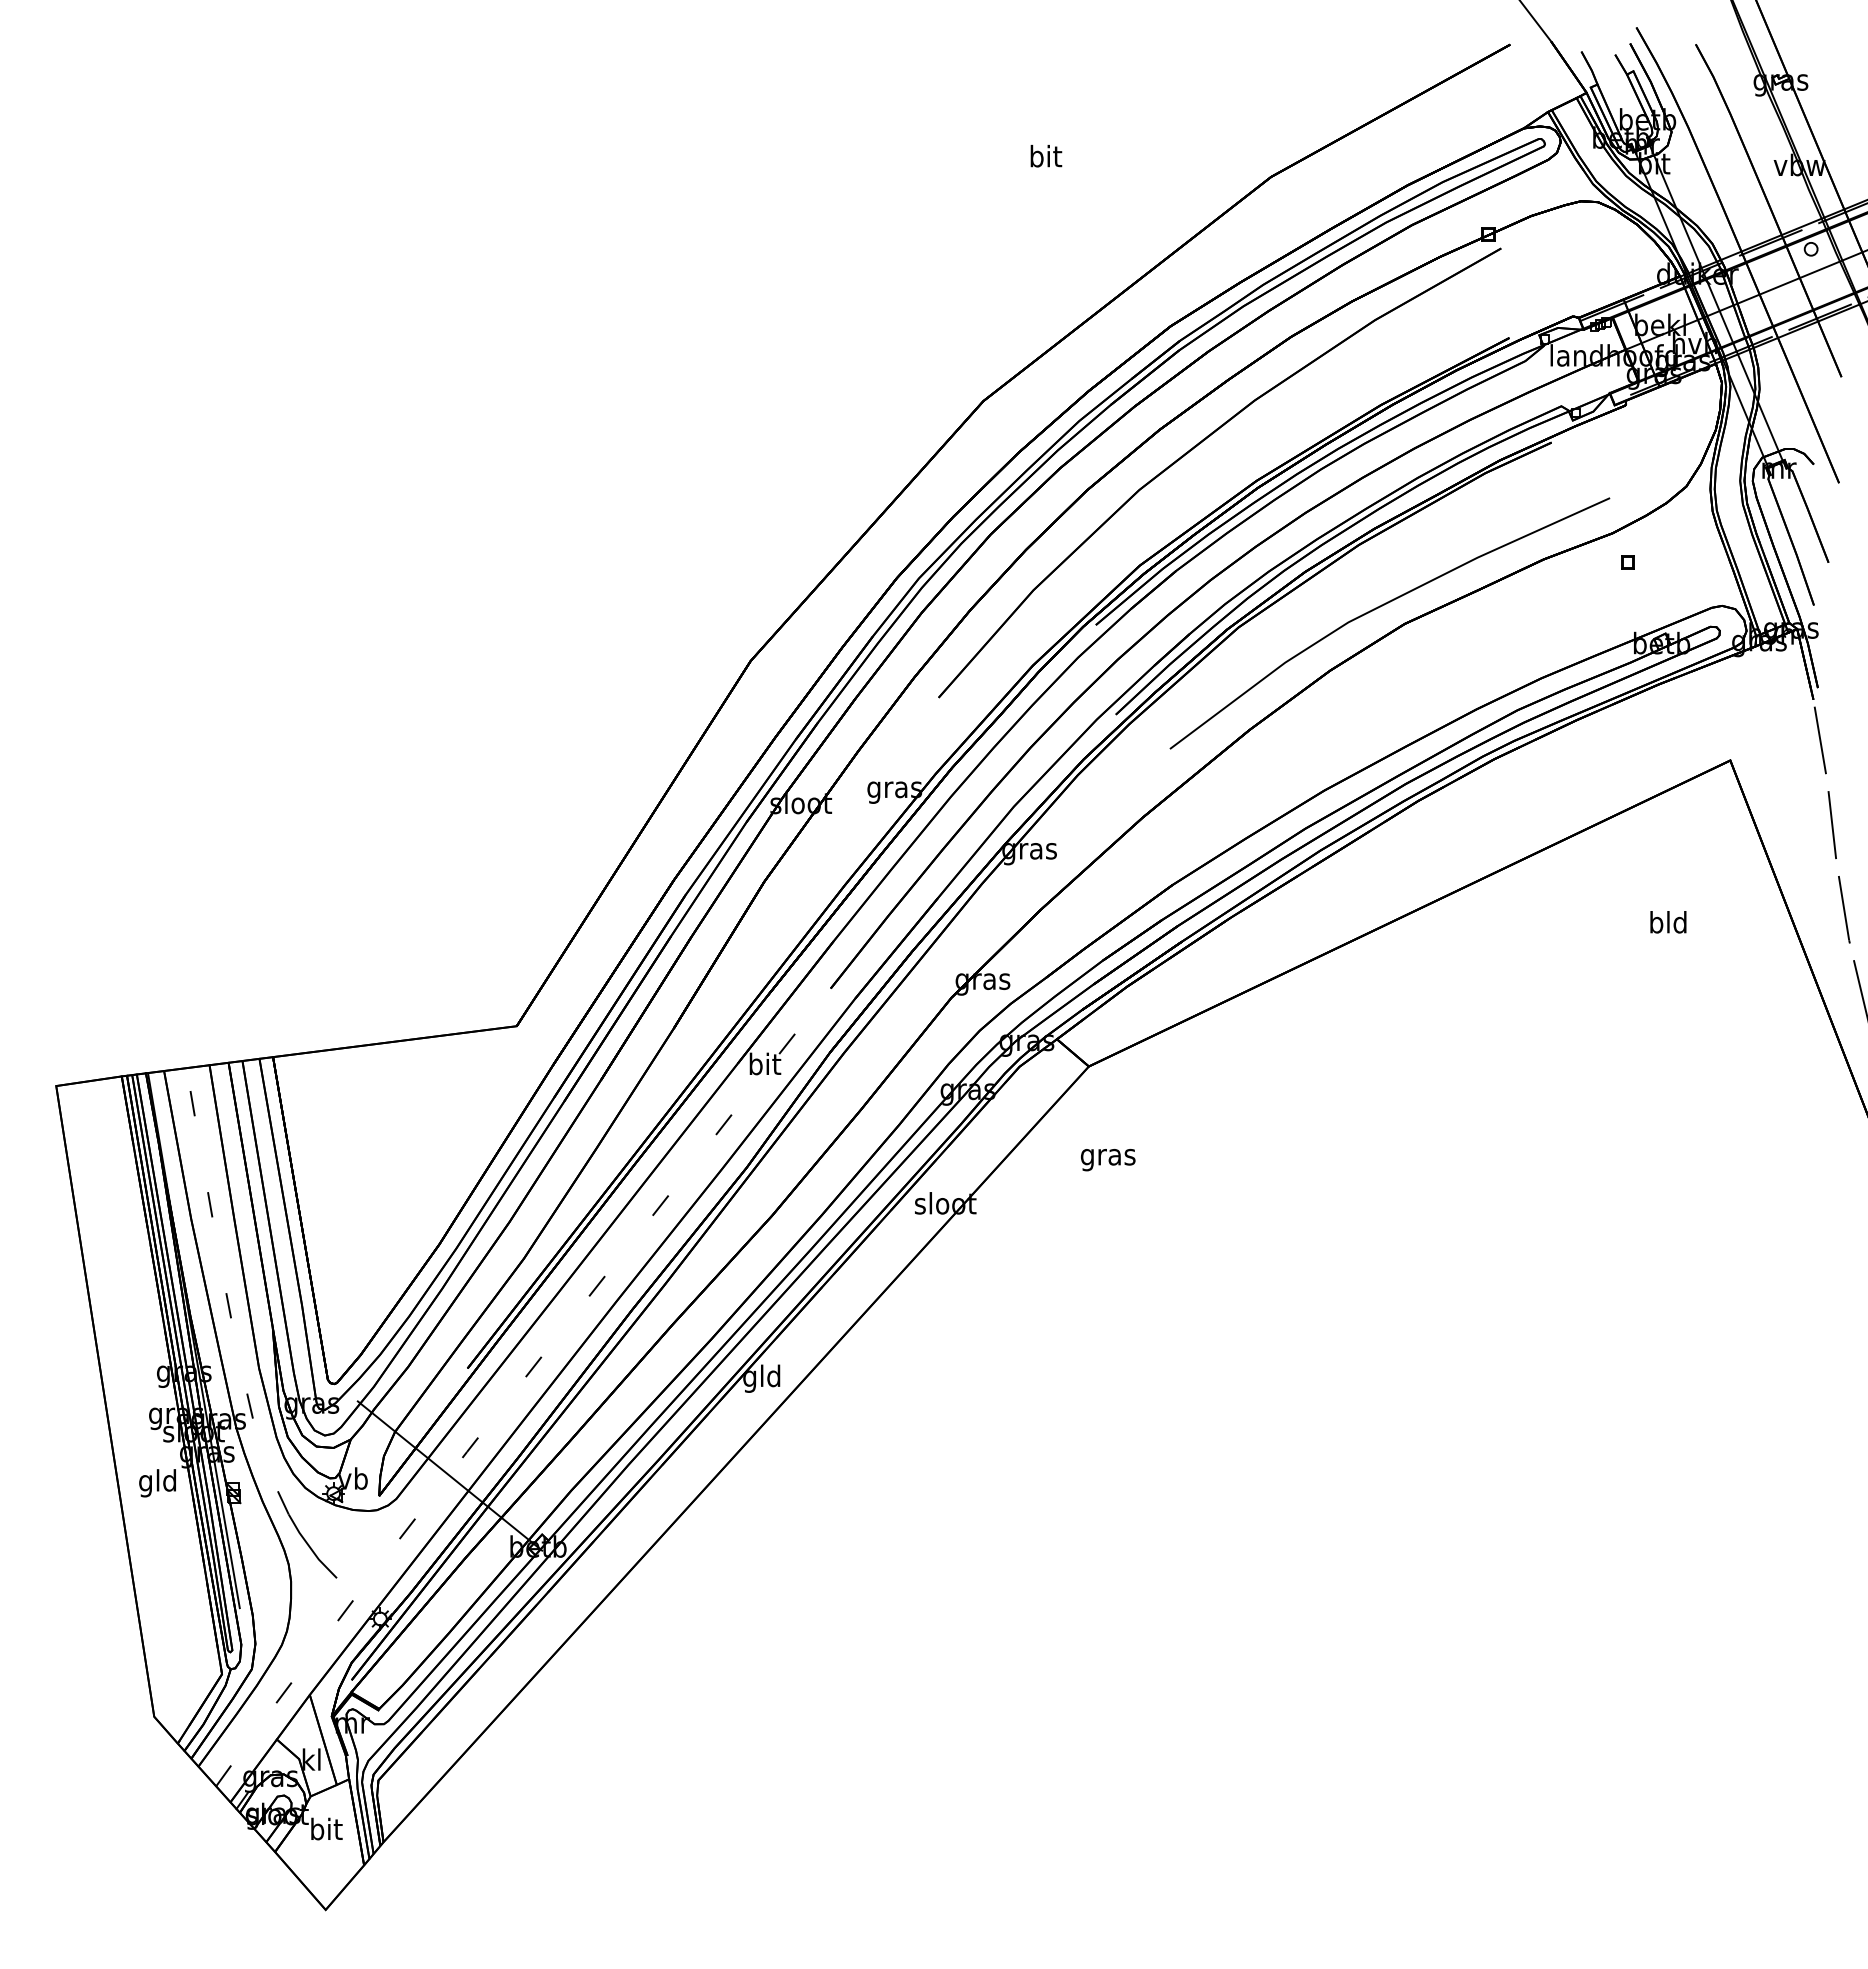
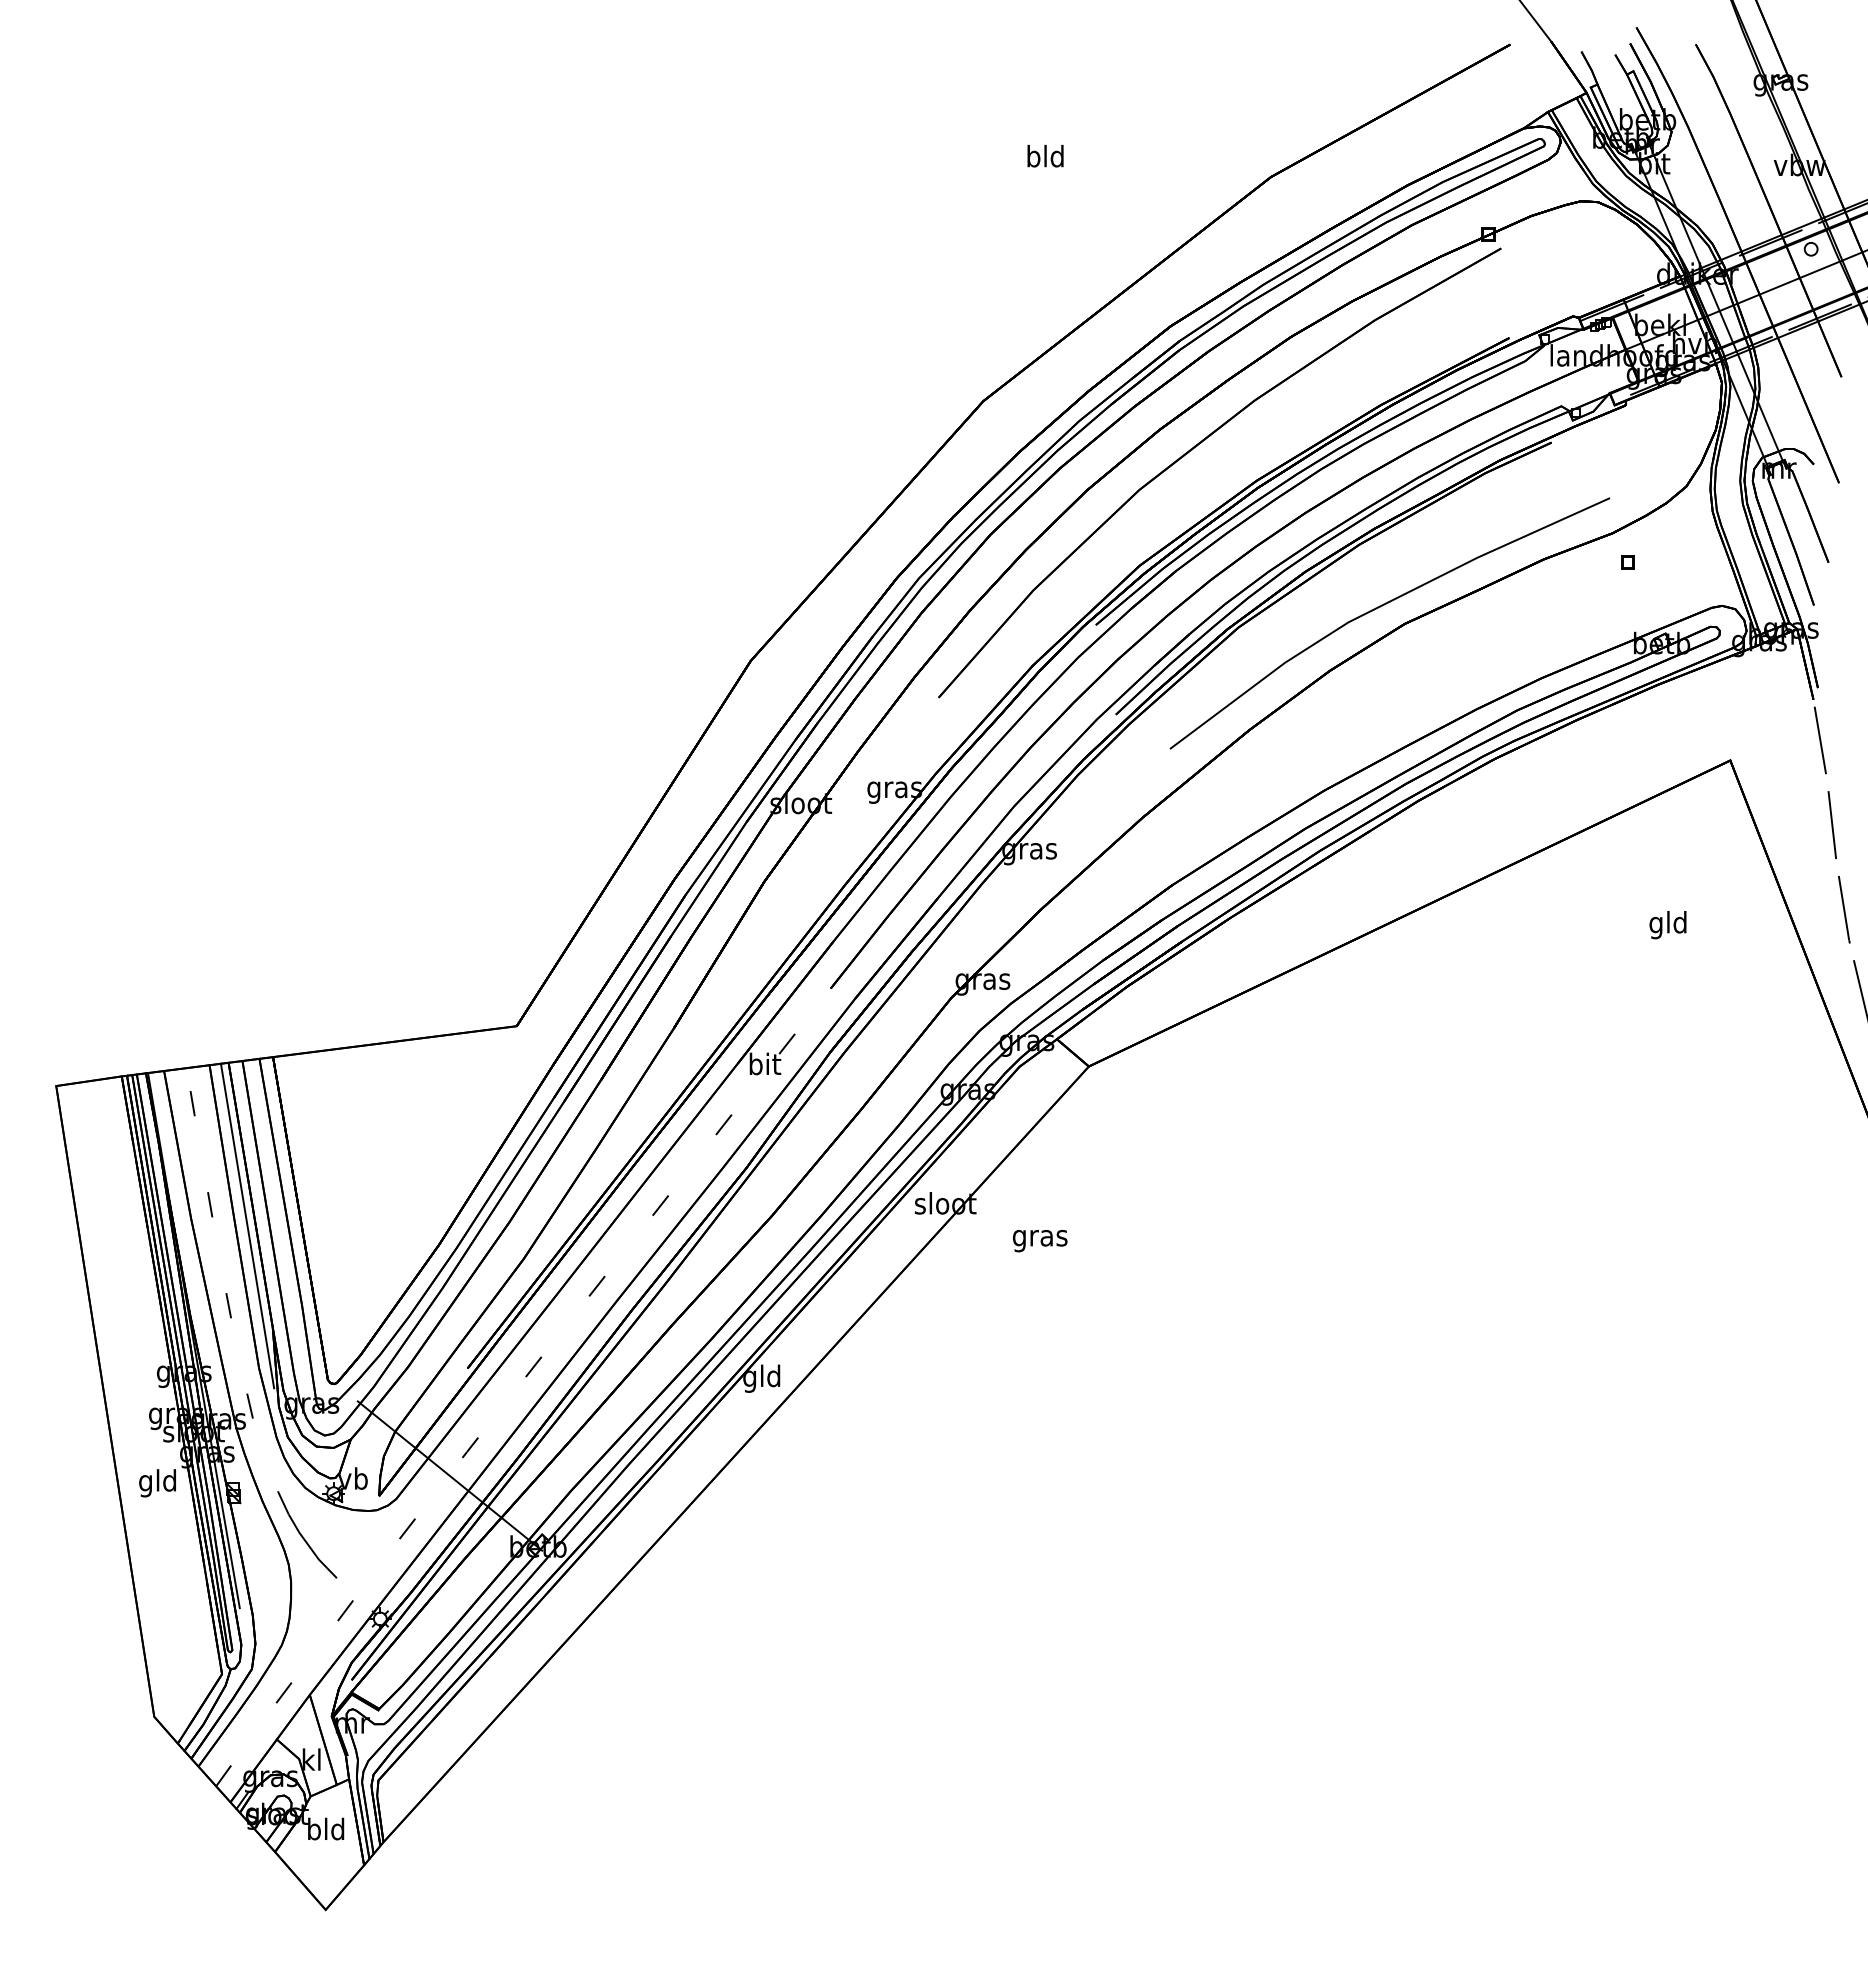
text at (1045, 155): bit -> bld
text at (1656, 925): bld -> gld
text at (1108, 1160) position: (1108, 1160) -> (1040, 1241)
line at (247, 1225): none -> present
text at (326, 1828): bit -> bld
